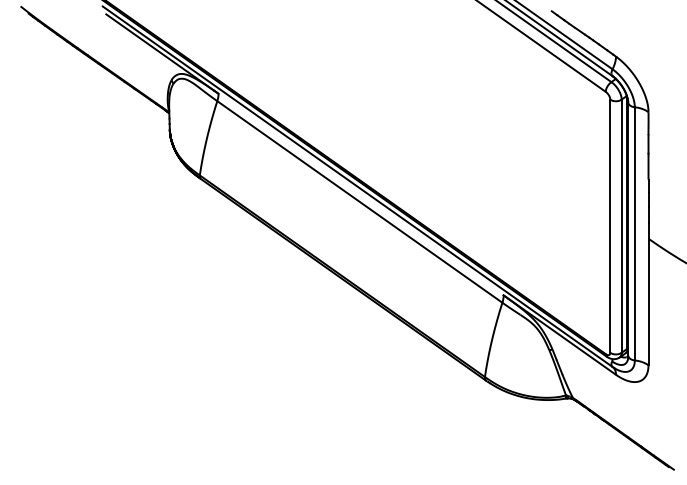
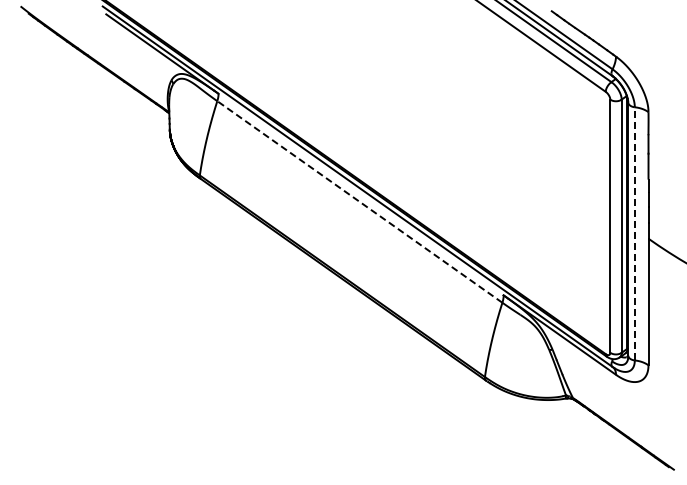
line at (359, 201): solid -> dashed
line at (634, 233): solid -> dashed
